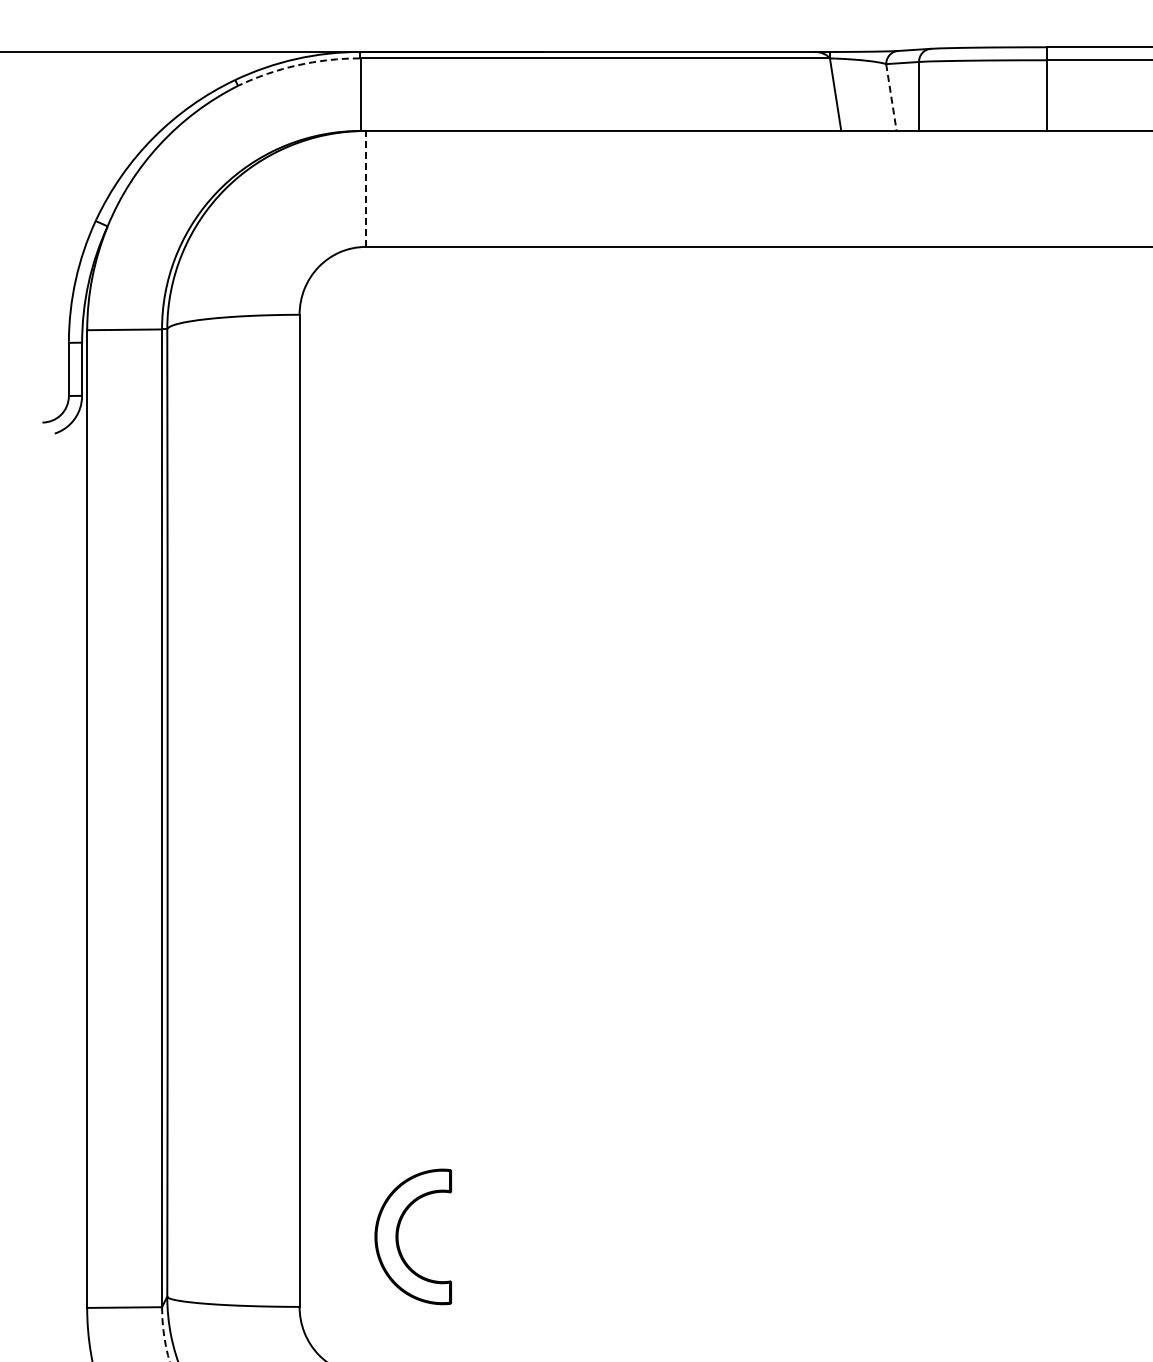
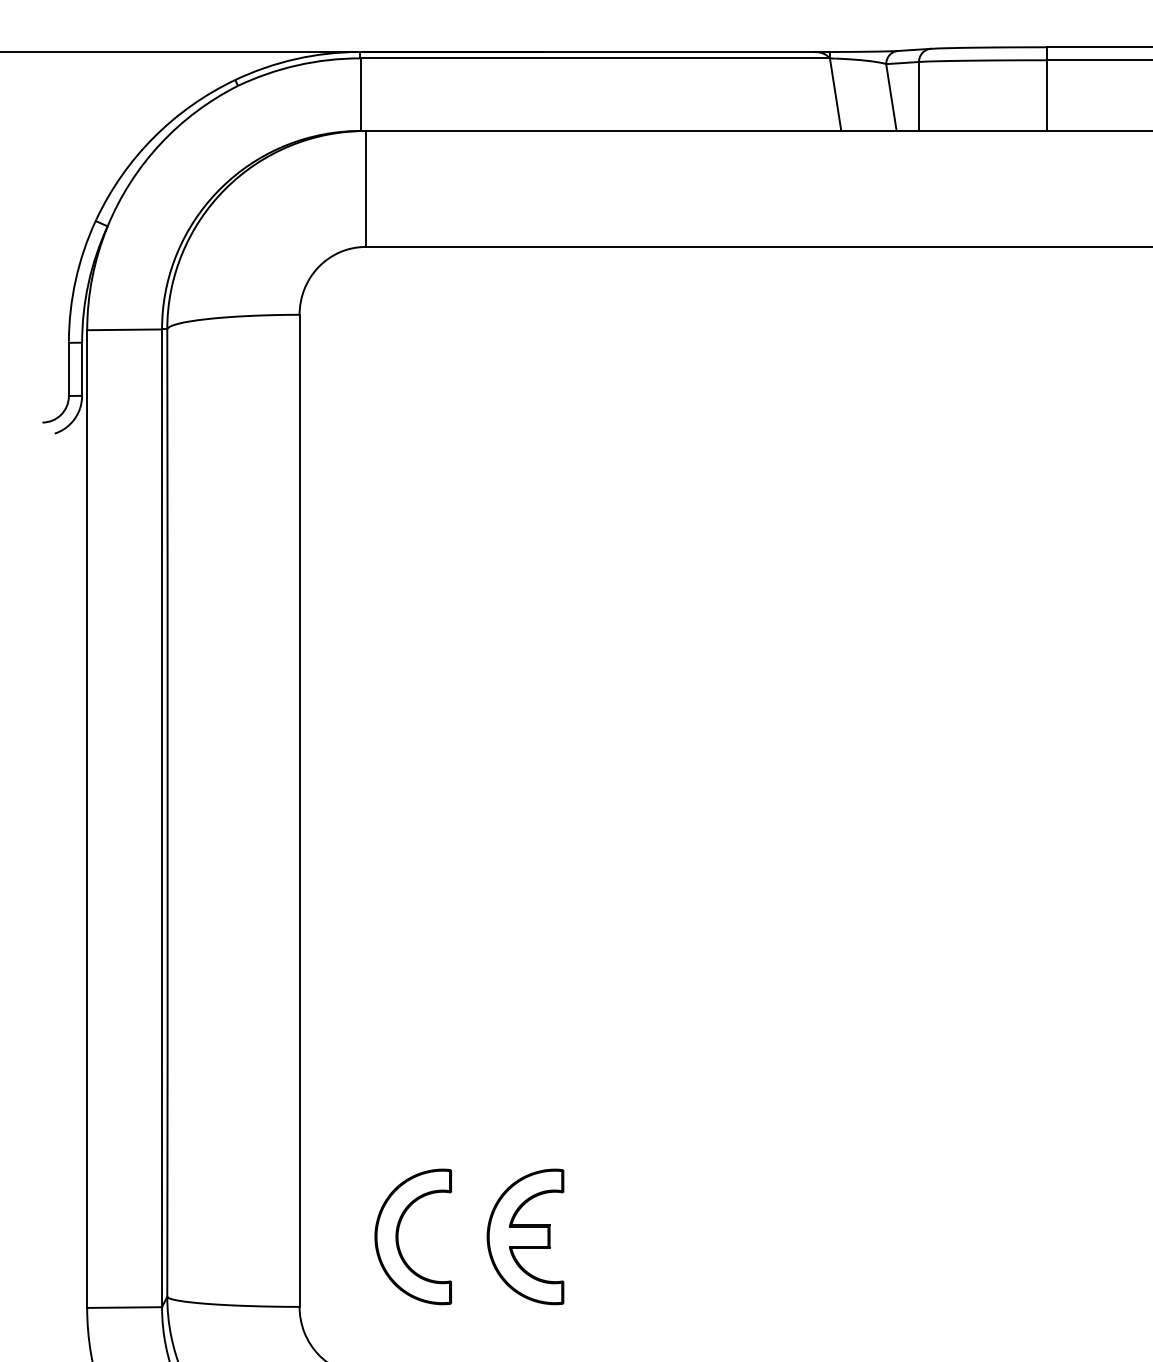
arc at (297, 65): dashed -> solid
line at (891, 97): dashed -> solid
line at (365, 188): dashed -> solid
part at (525, 1236): none -> present
arc at (164, 1334): dashed -> solid
